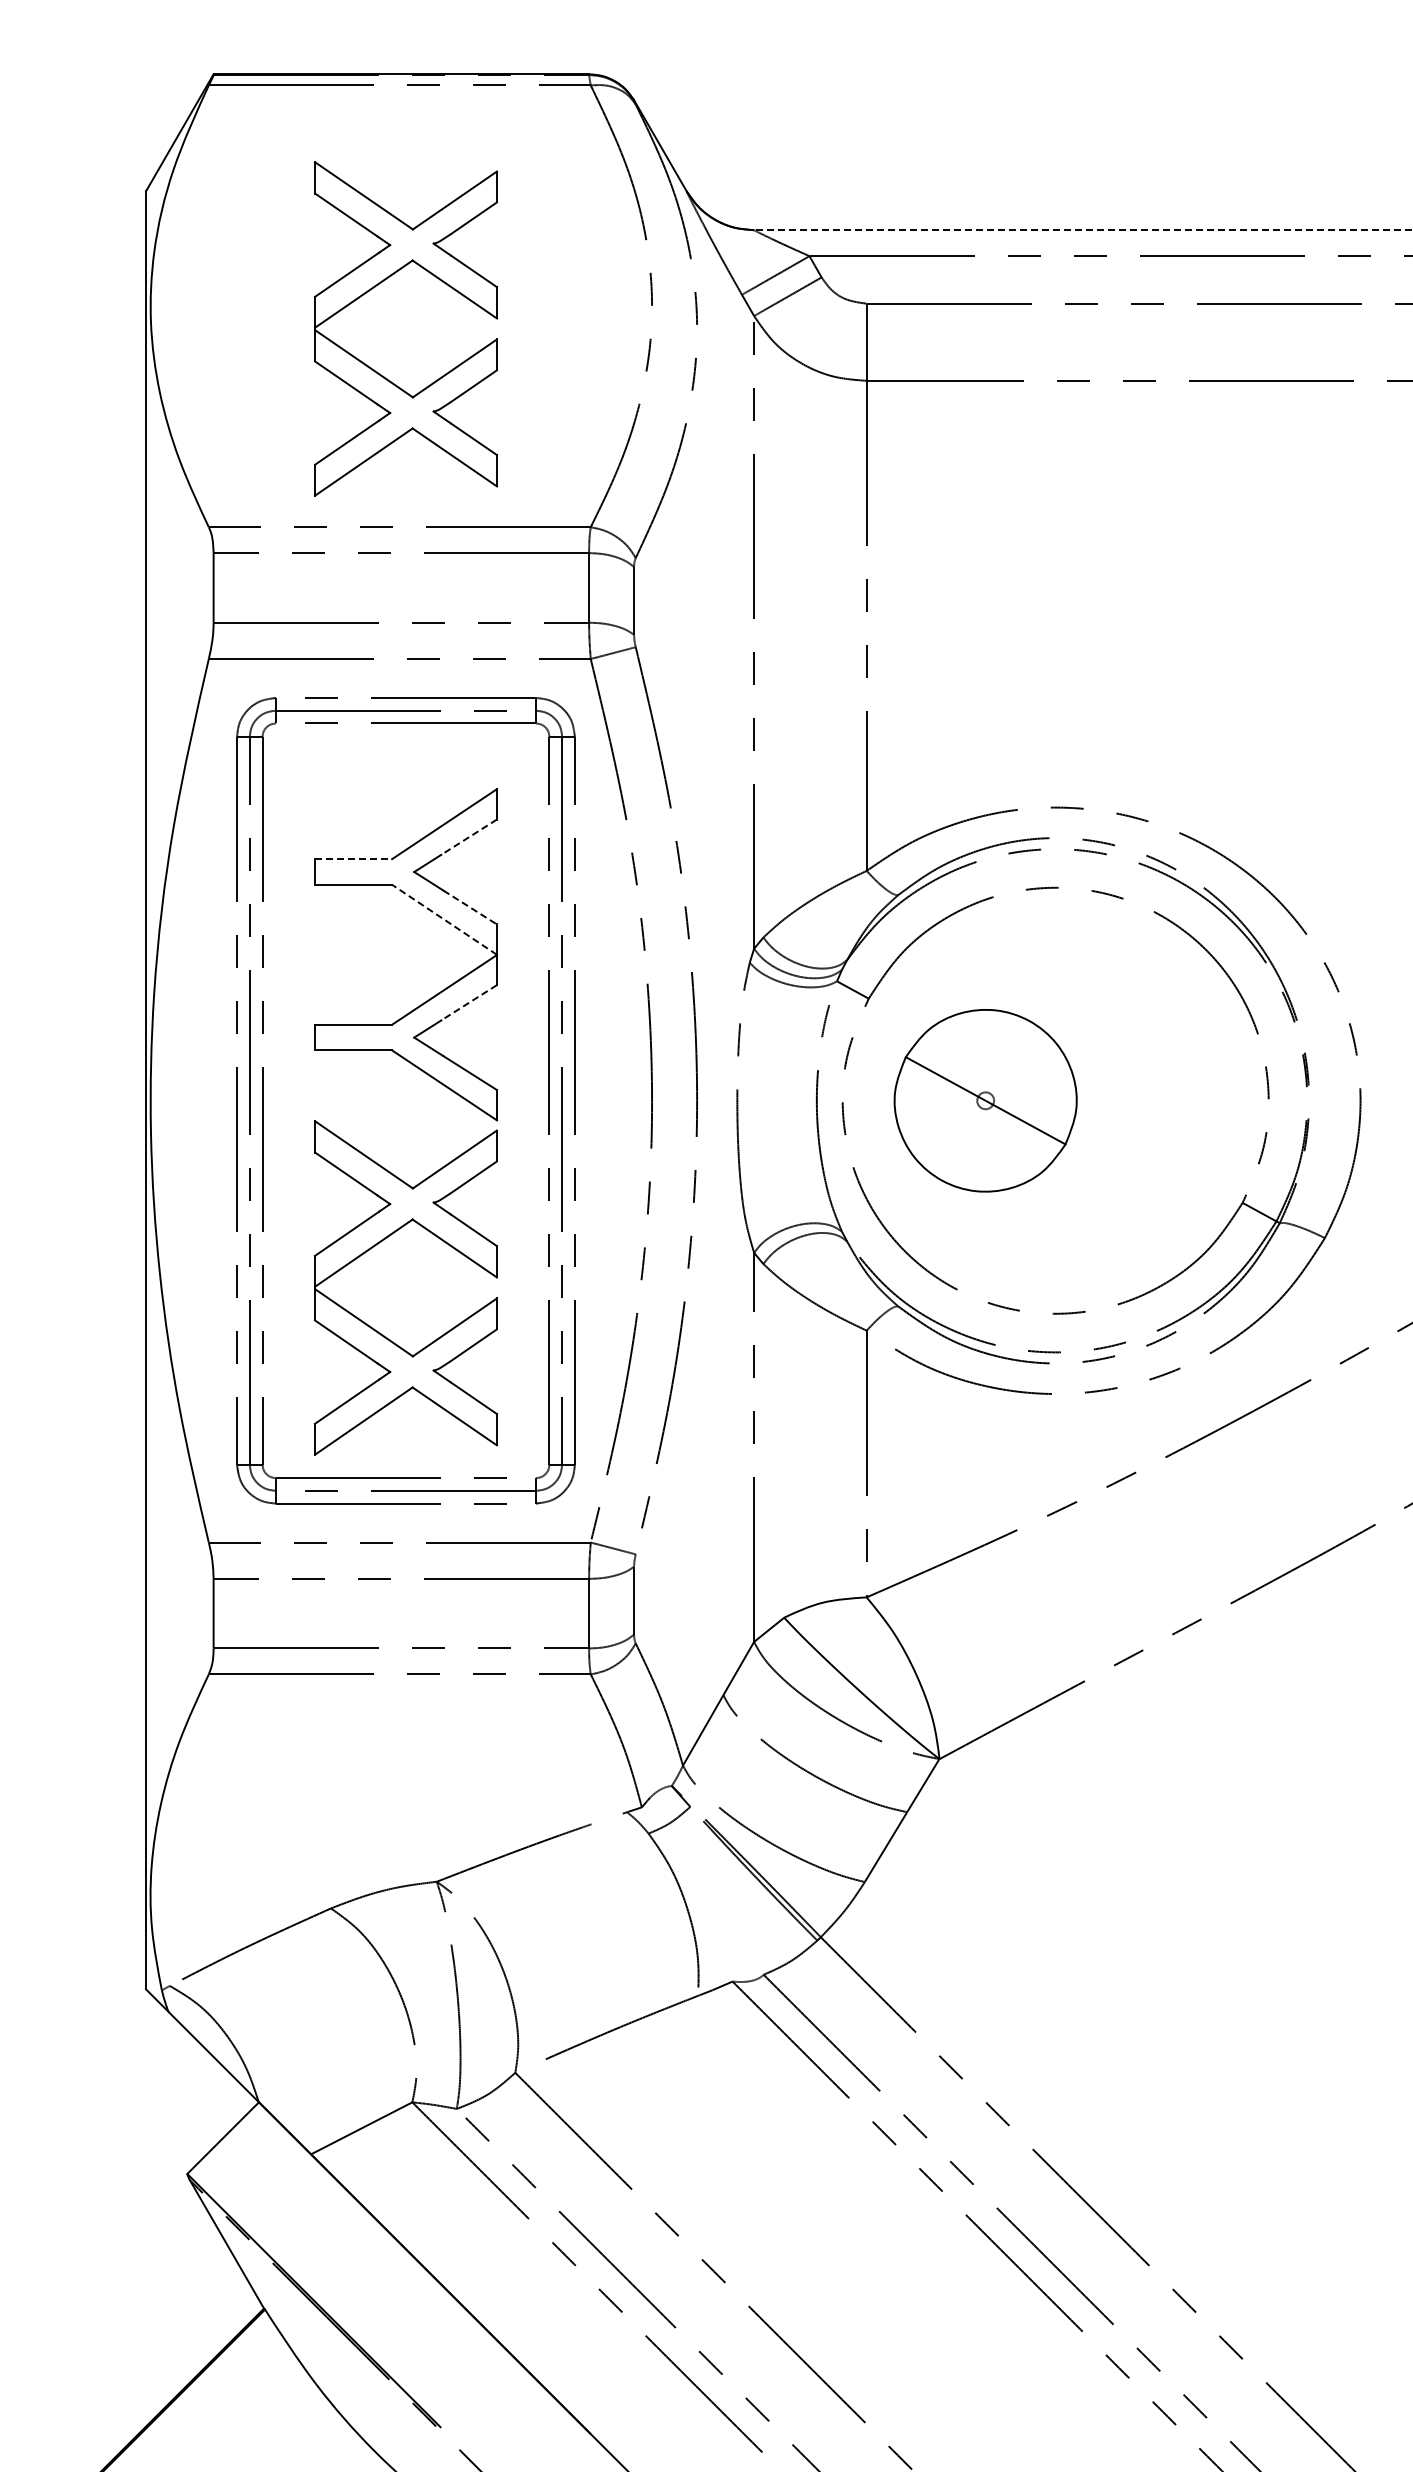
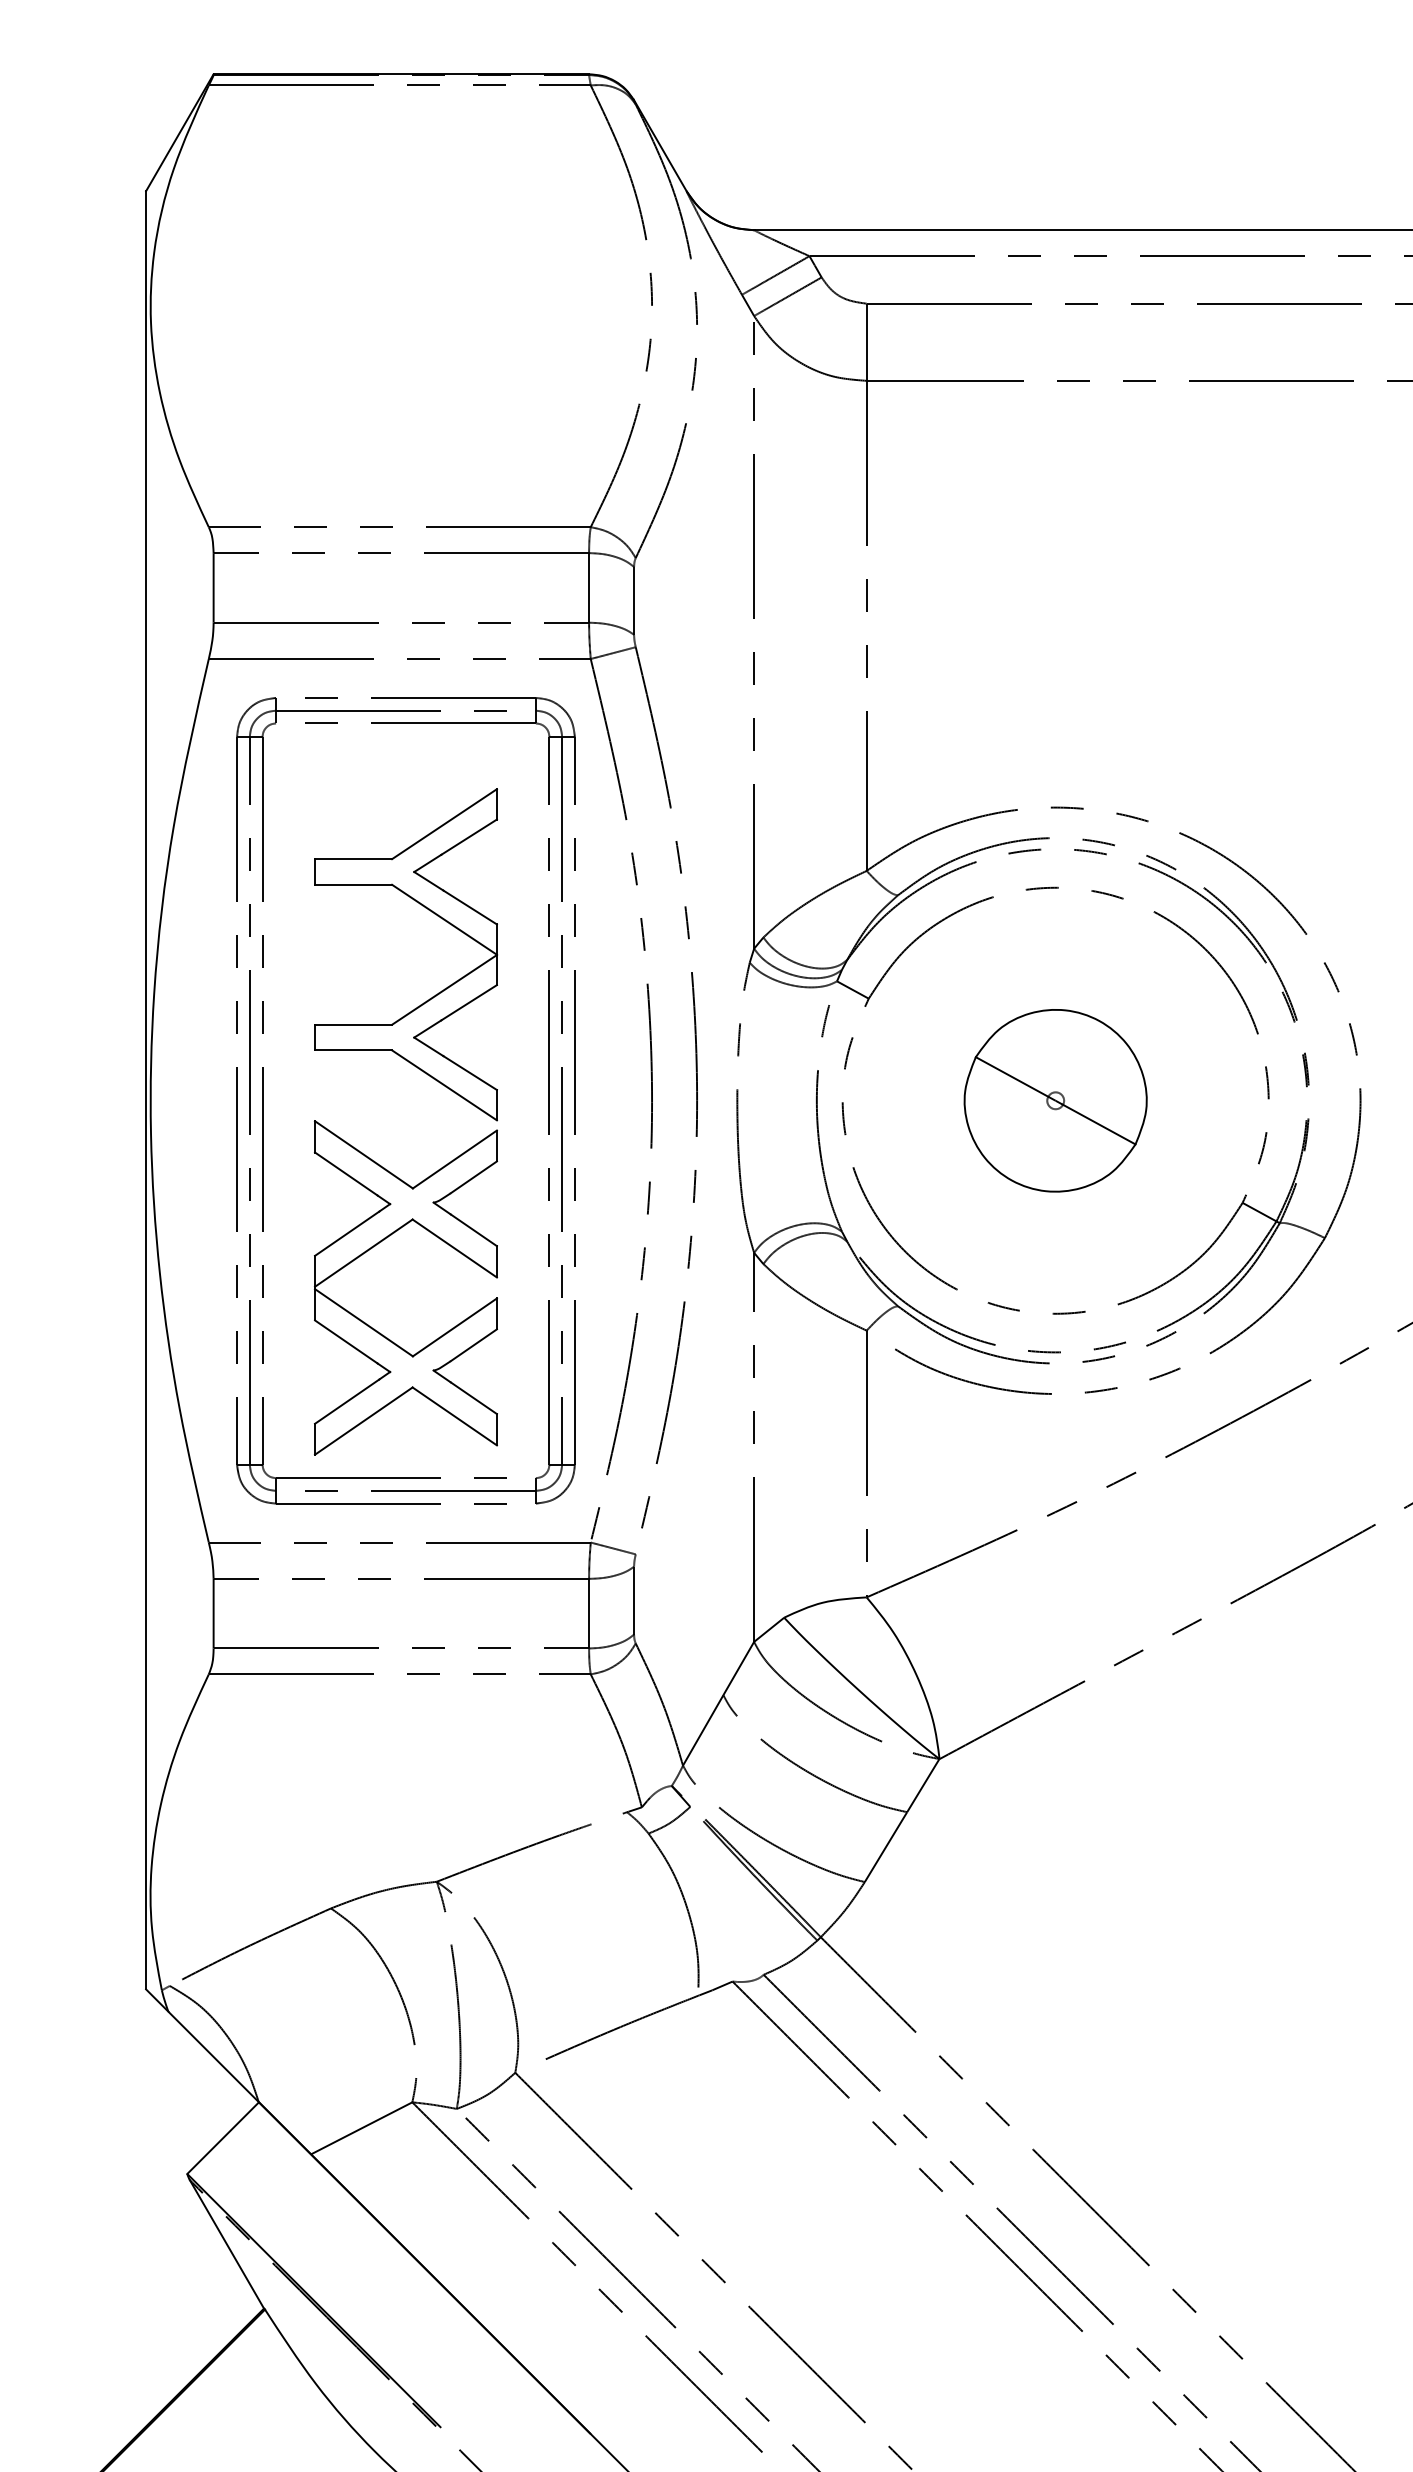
line at (1083, 230): dashed -> solid
part at (378, 285): present -> none
line at (469, 837): dashed -> solid
line at (353, 859): dashed -> solid
line at (470, 907): dashed -> solid
line at (444, 919): dashed -> solid
line at (469, 1002): dashed -> solid
part at (985, 1100) position: (985, 1100) -> (1055, 1100)
